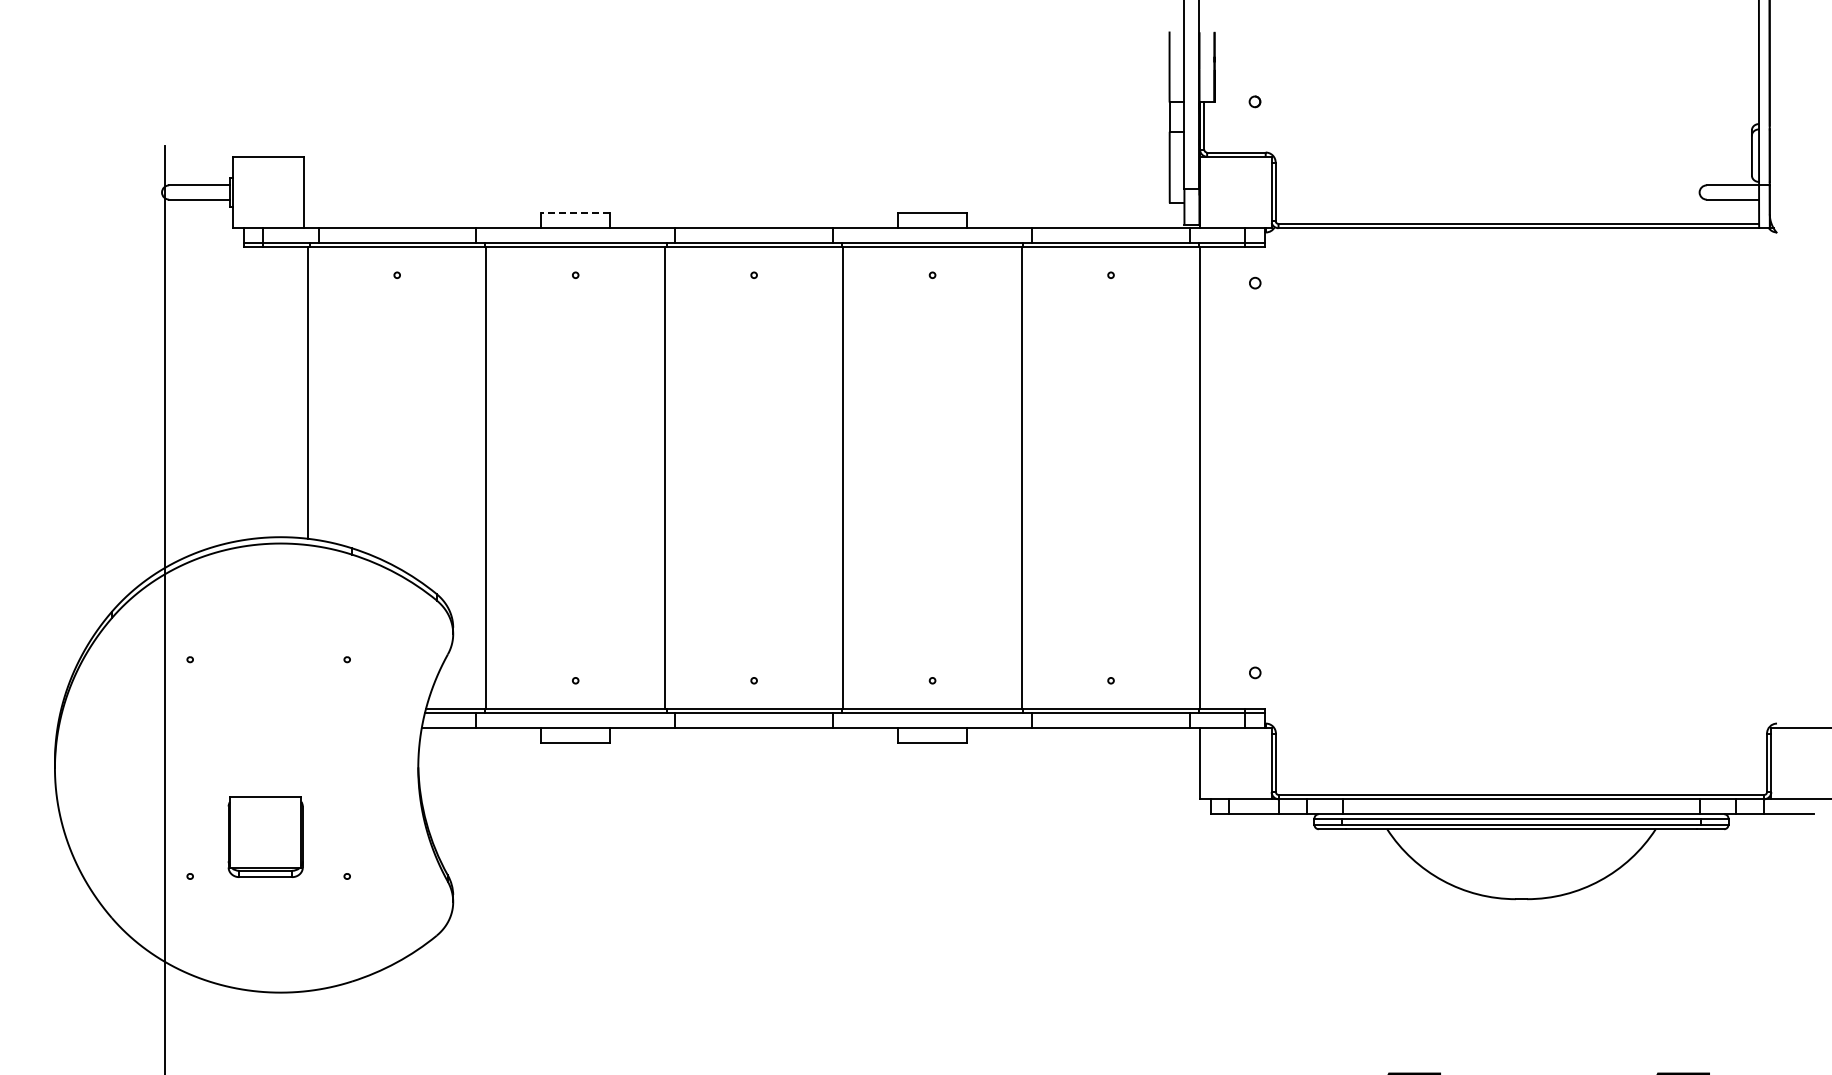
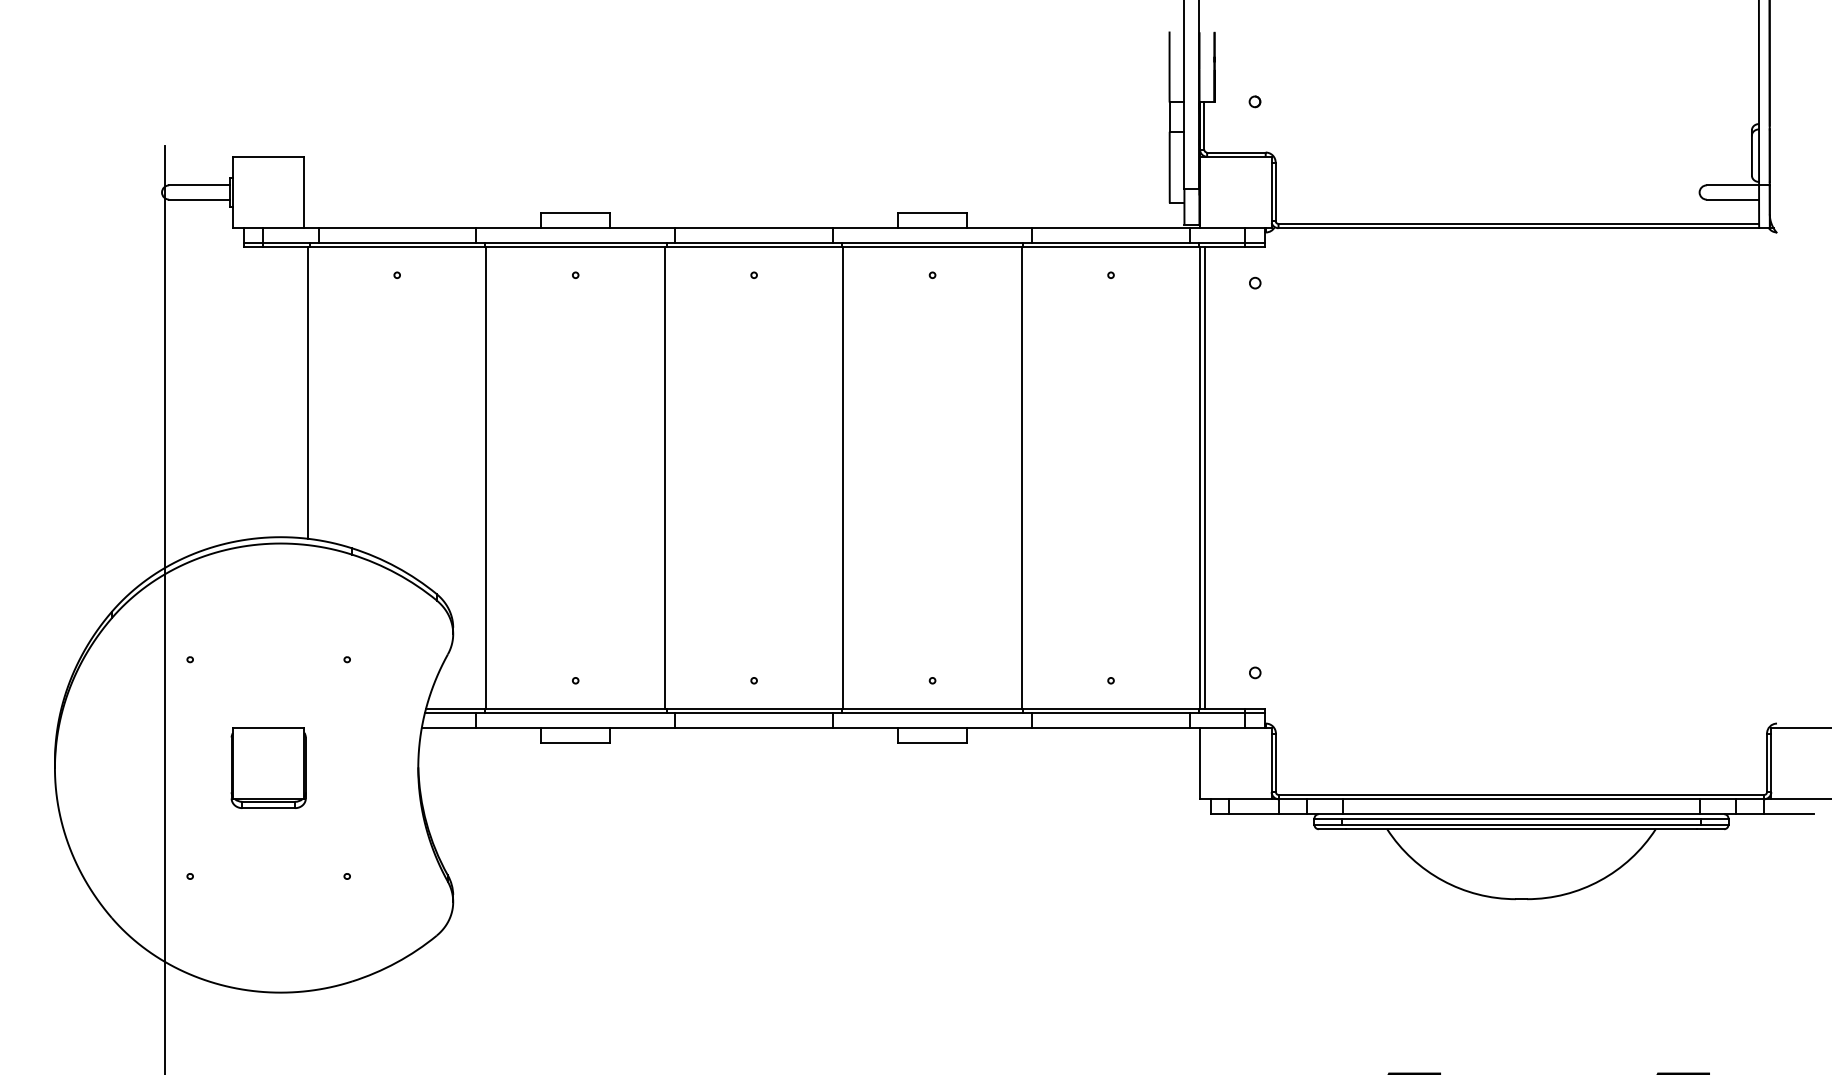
line at (575, 213): dashed -> solid
line at (1204, 477): none -> present
part at (265, 836) position: (265, 836) -> (268, 767)
